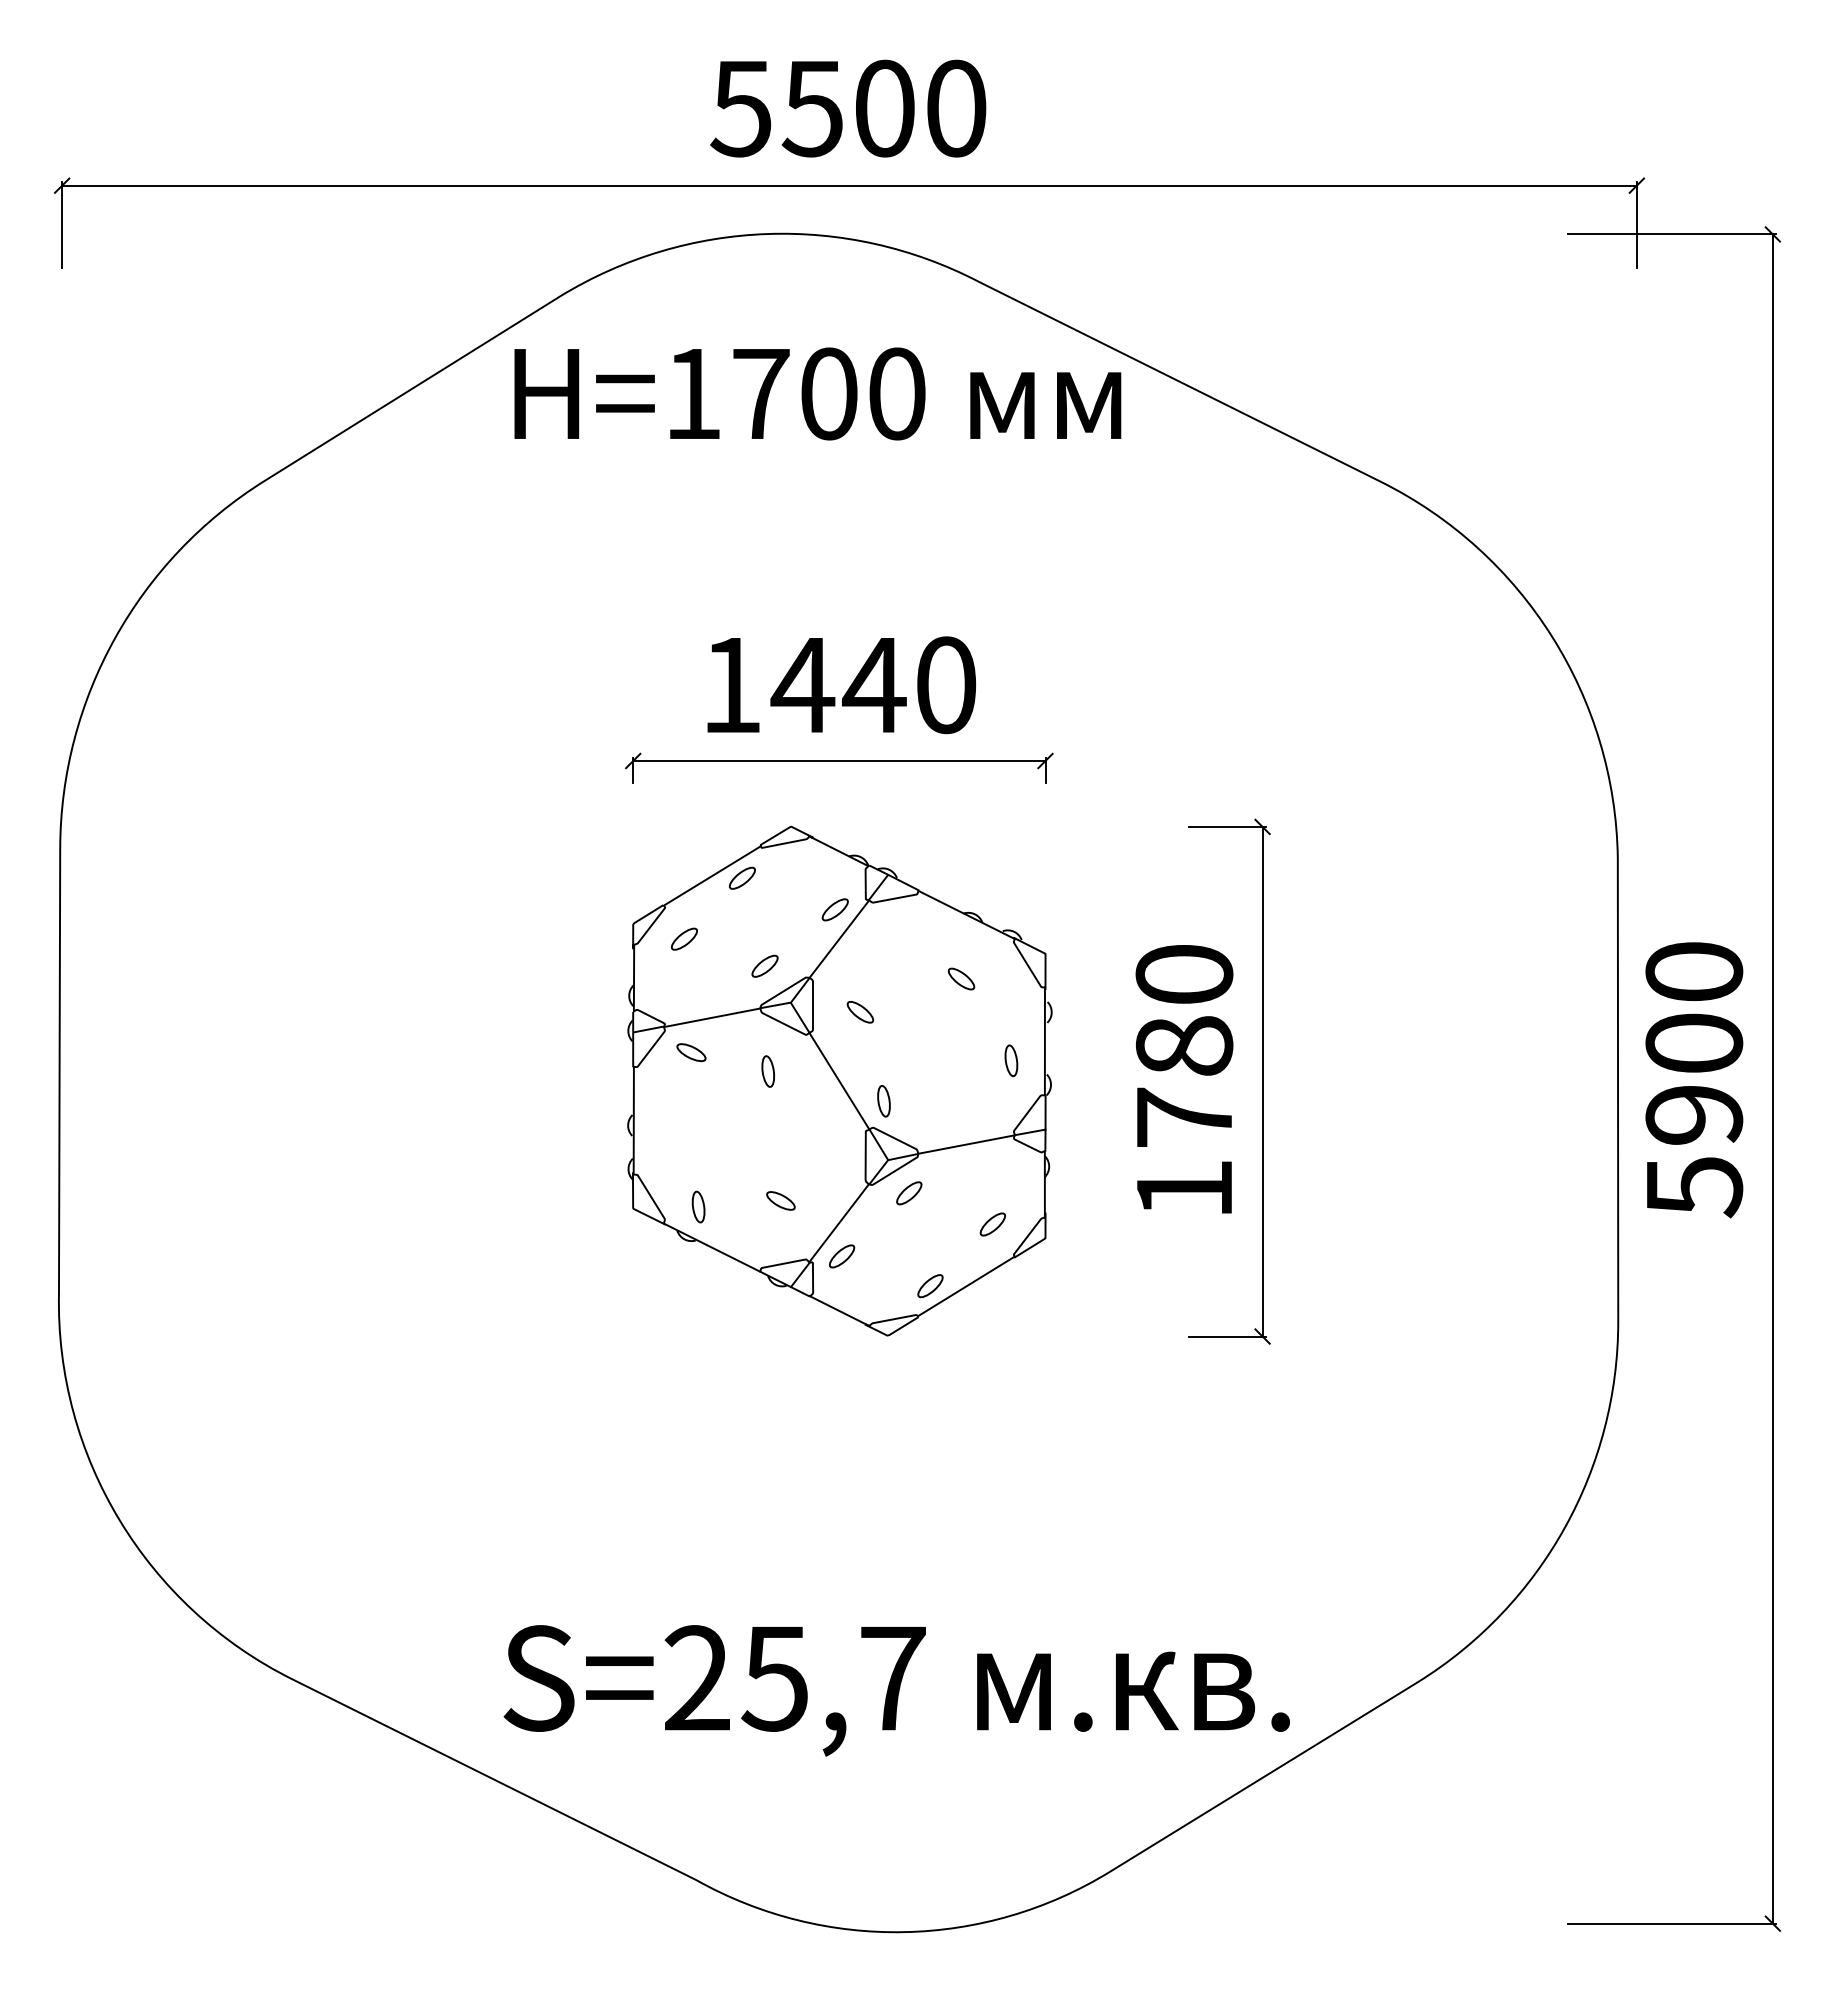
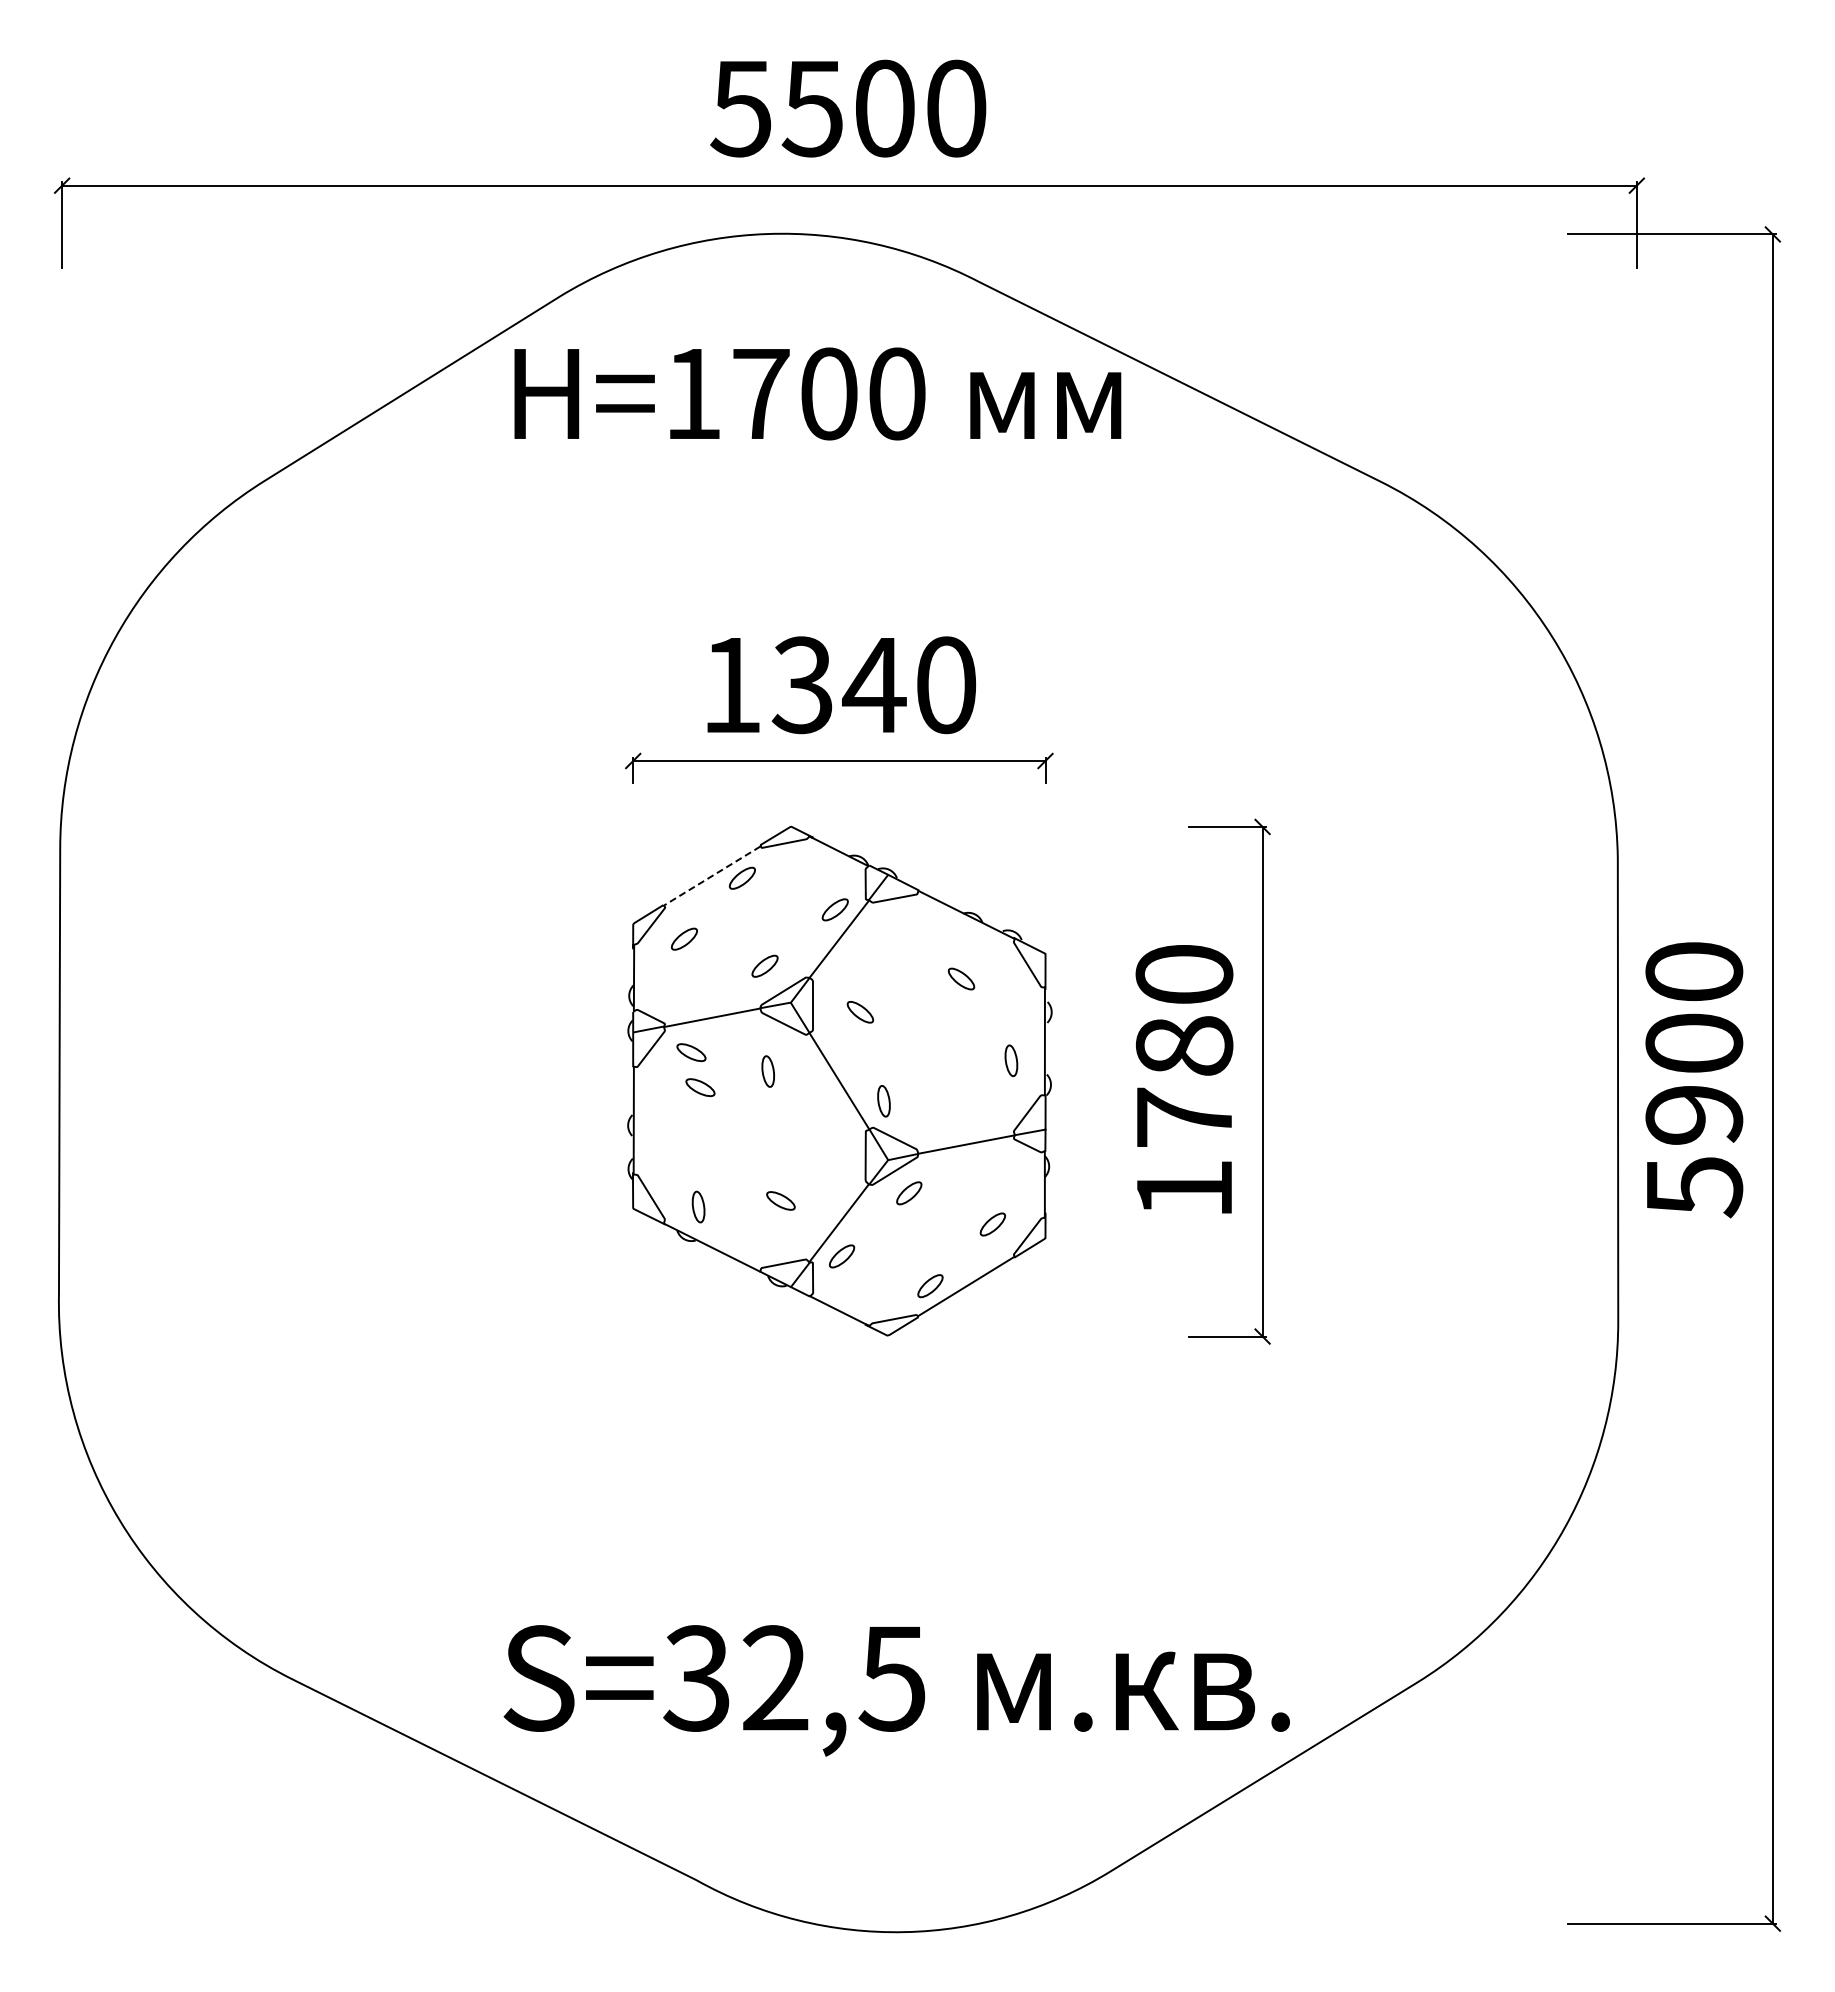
text at (802, 685): 1440 -> 1340
line at (711, 876): solid -> dashed
part at (700, 1087): none -> present
text at (794, 1678): S=25,7 -> S=32,5
